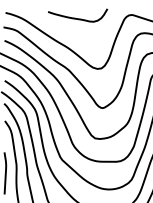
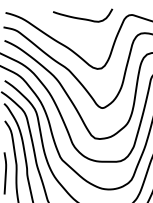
curve at (78, 18) position: (78, 18) -> (83, 18)
